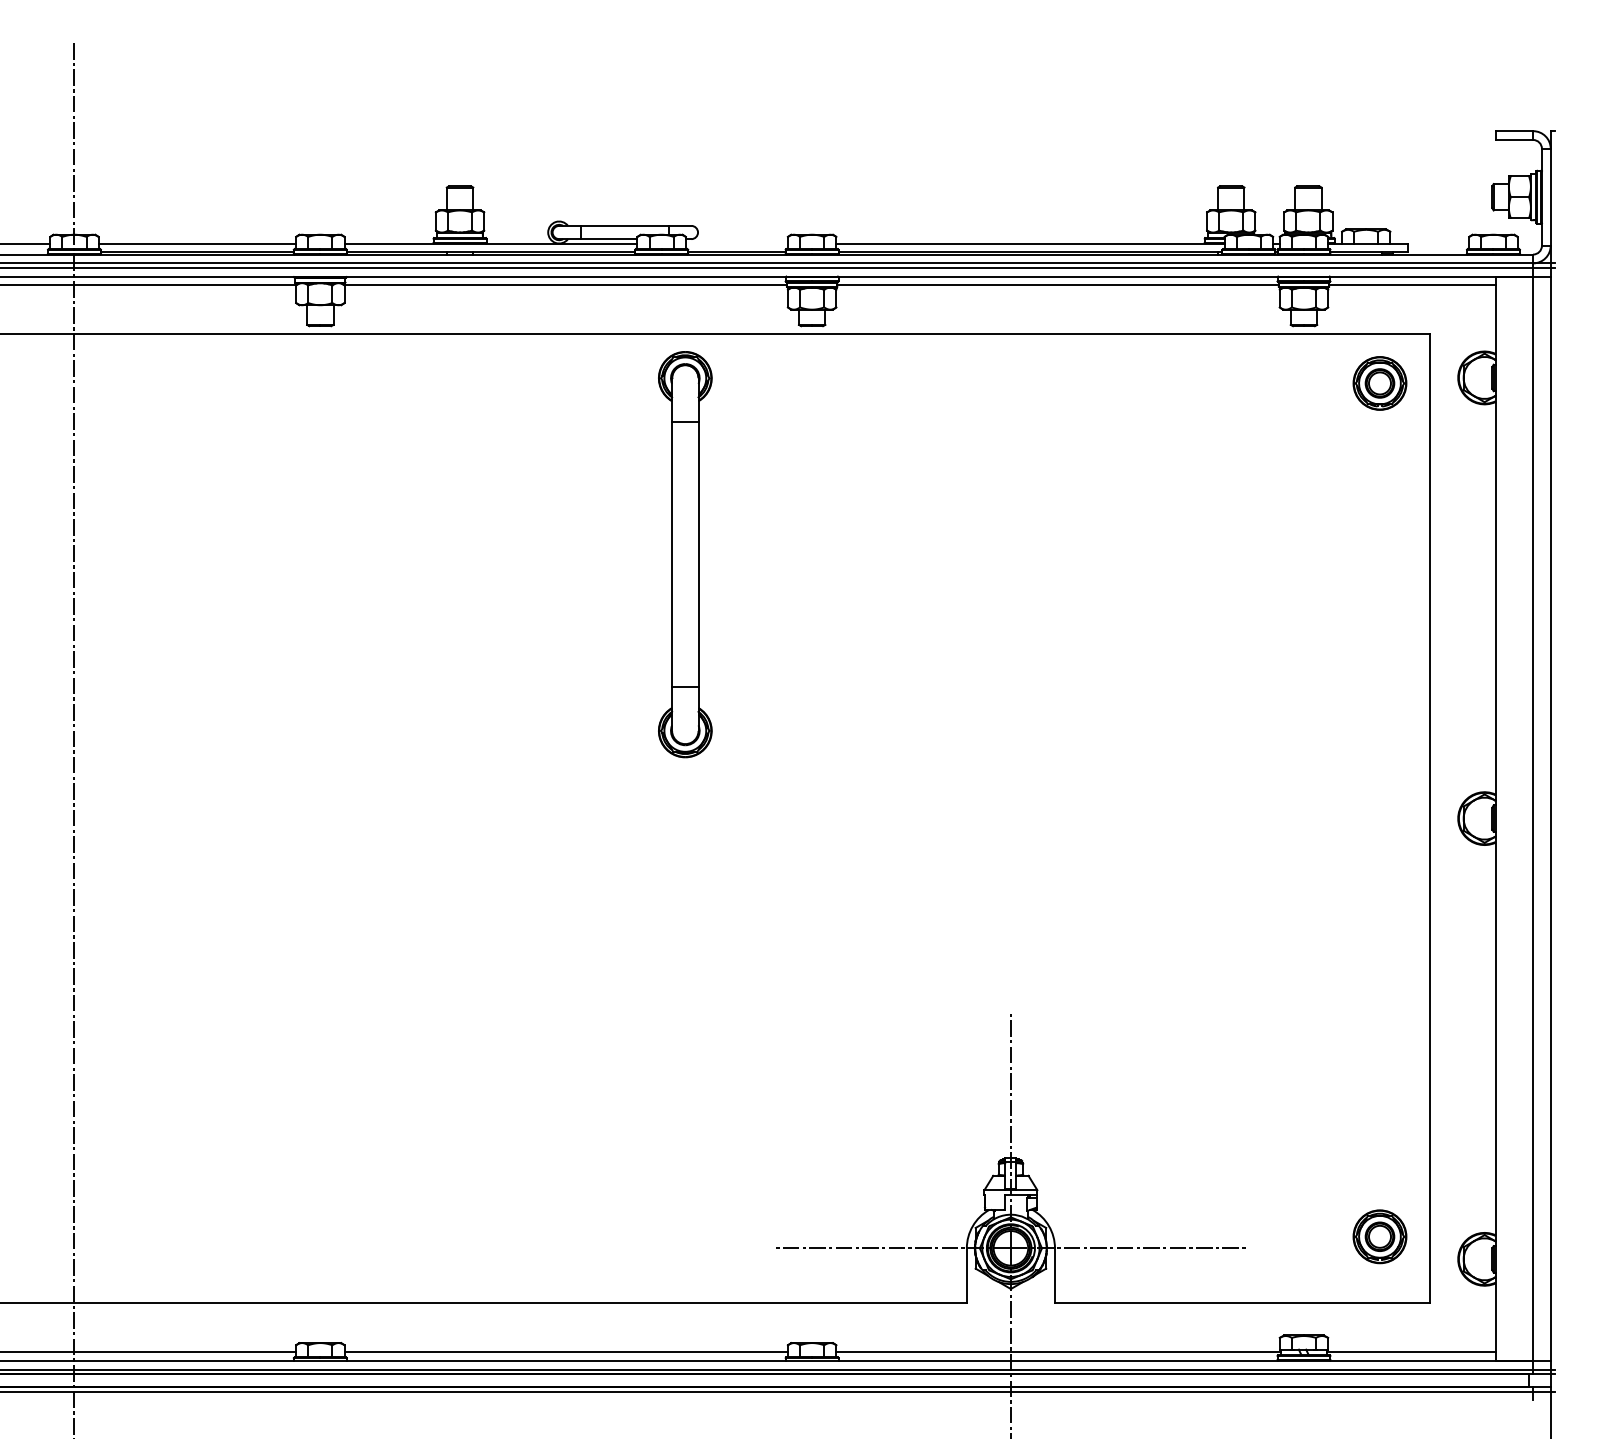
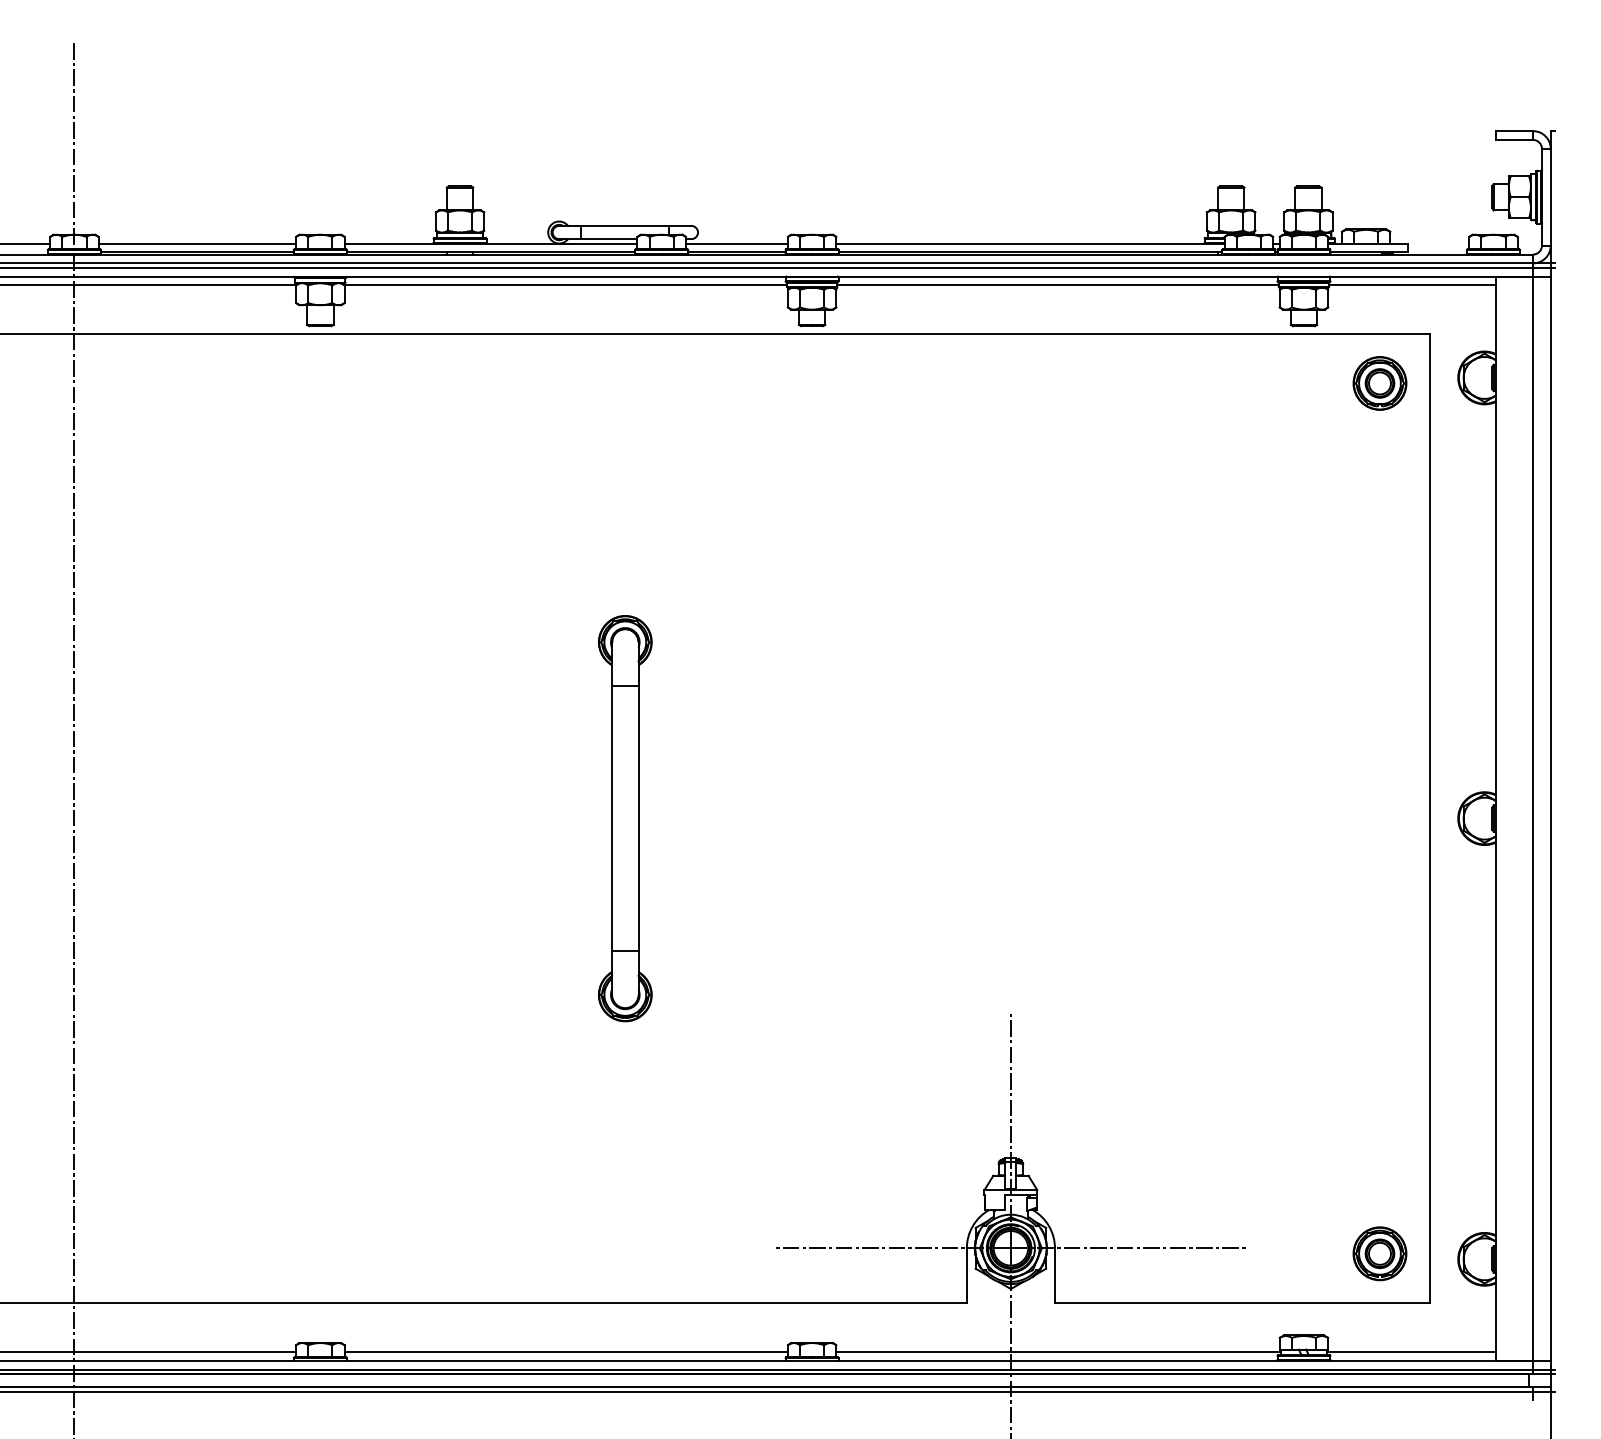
line at (736, 243): none -> present
part at (685, 554) position: (685, 554) -> (625, 818)
part at (1379, 1236) position: (1379, 1236) -> (1379, 1253)
